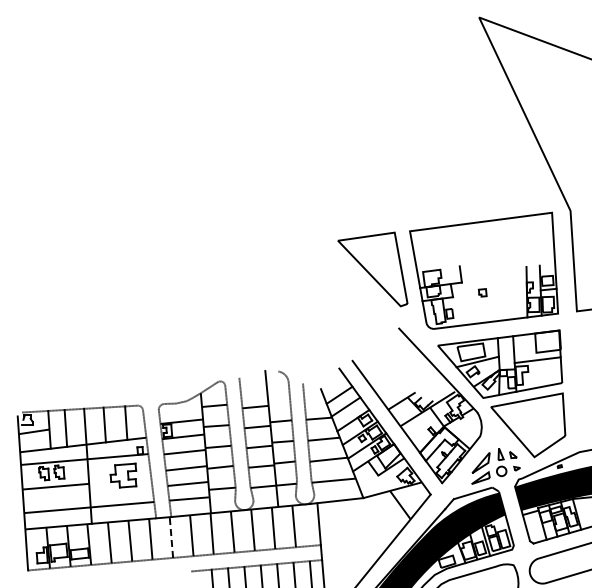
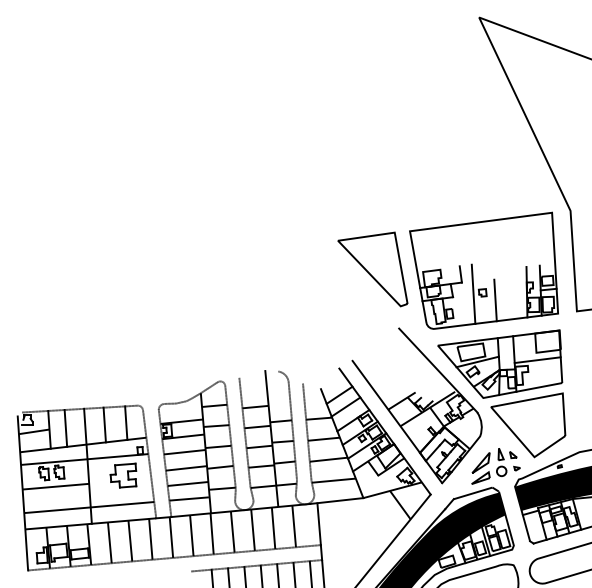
line at (473, 293): none -> present
line at (495, 300): none -> present
line at (171, 537): dashed -> solid
